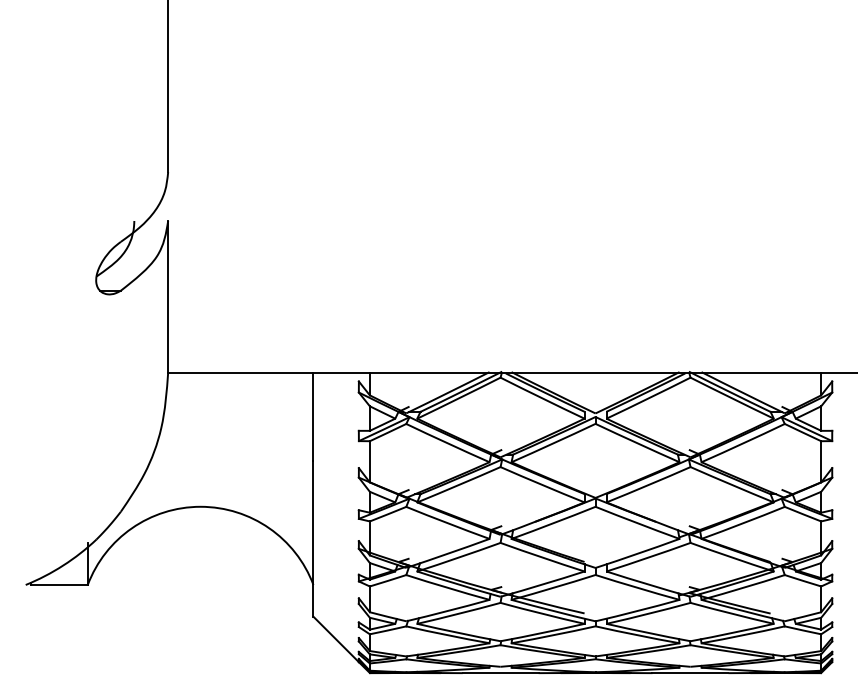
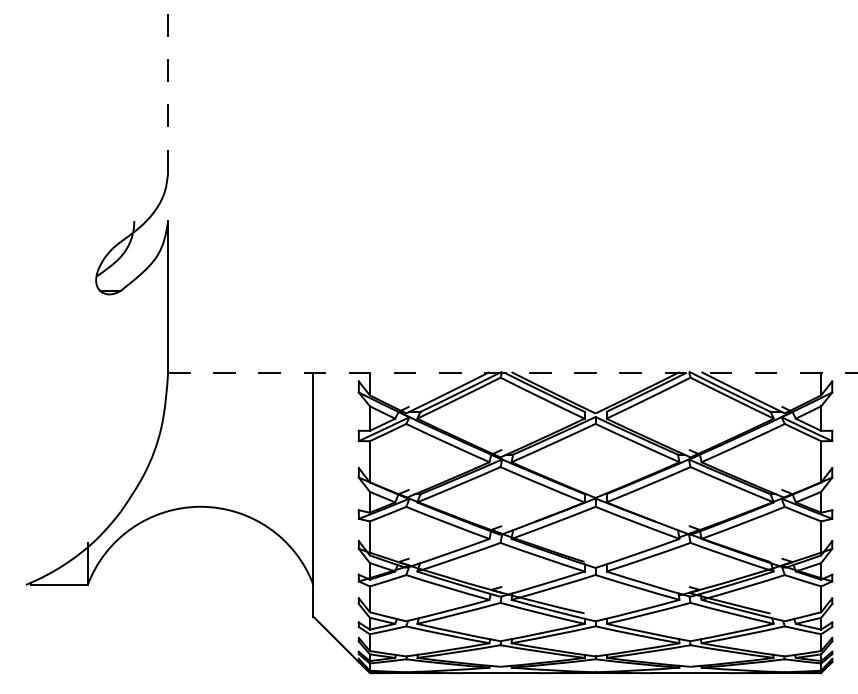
line at (168, 86): solid -> dashed
line at (513, 373): solid -> dashed
